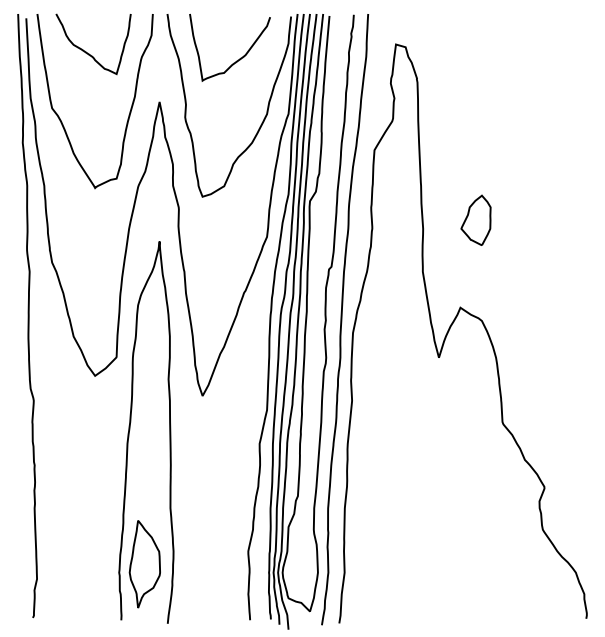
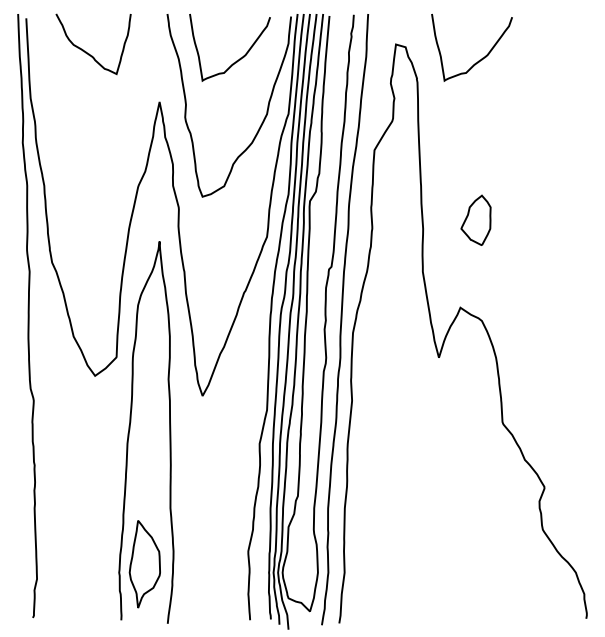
curve at (478, 60): none -> present
curve at (129, 111): present -> none
